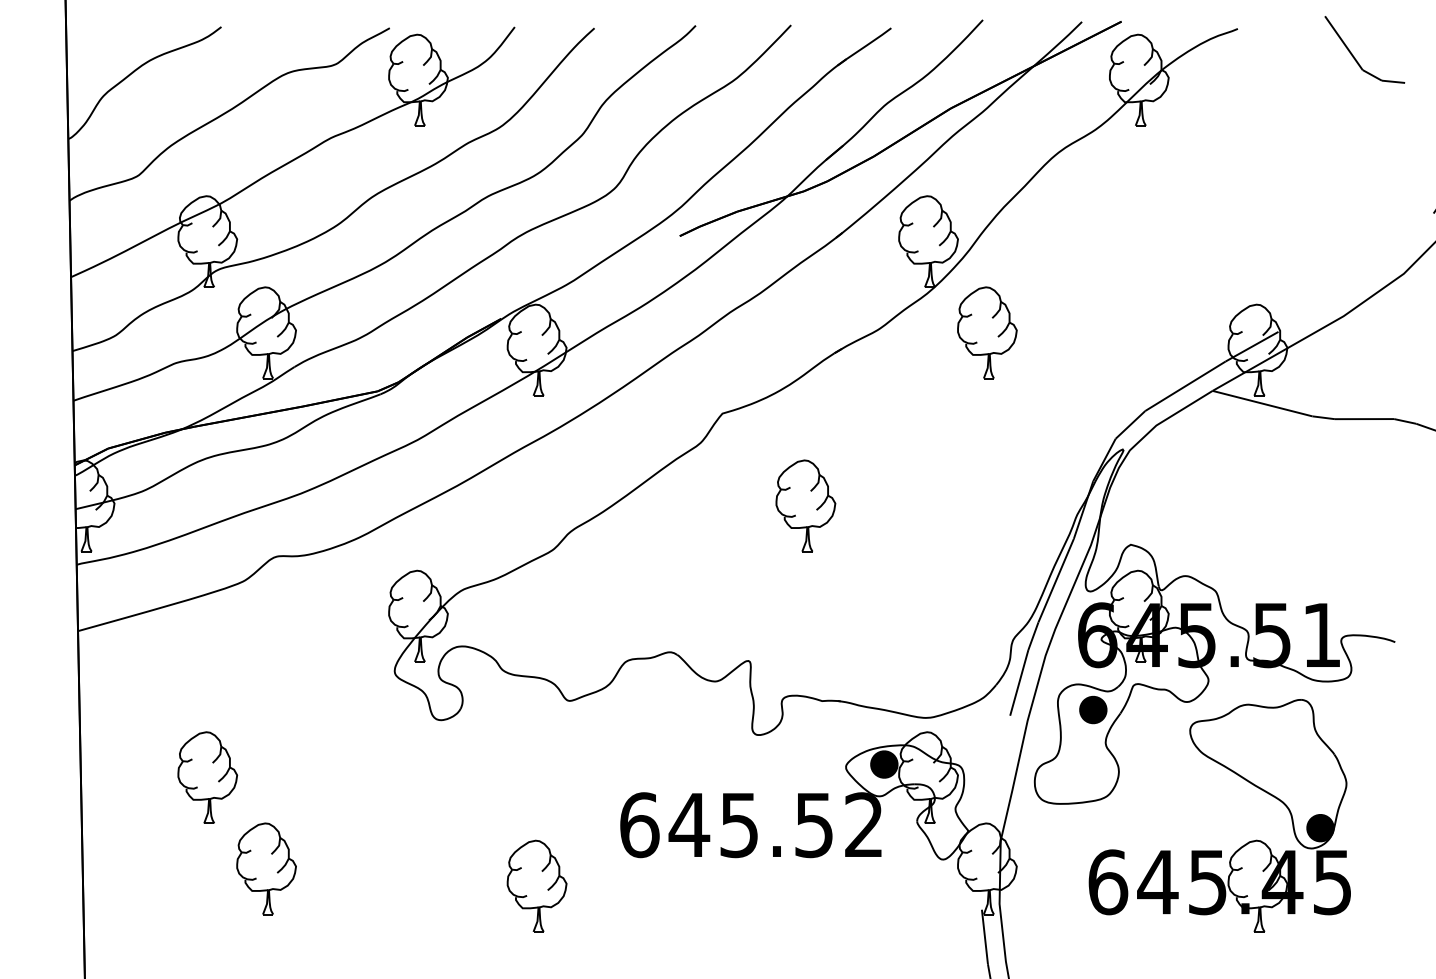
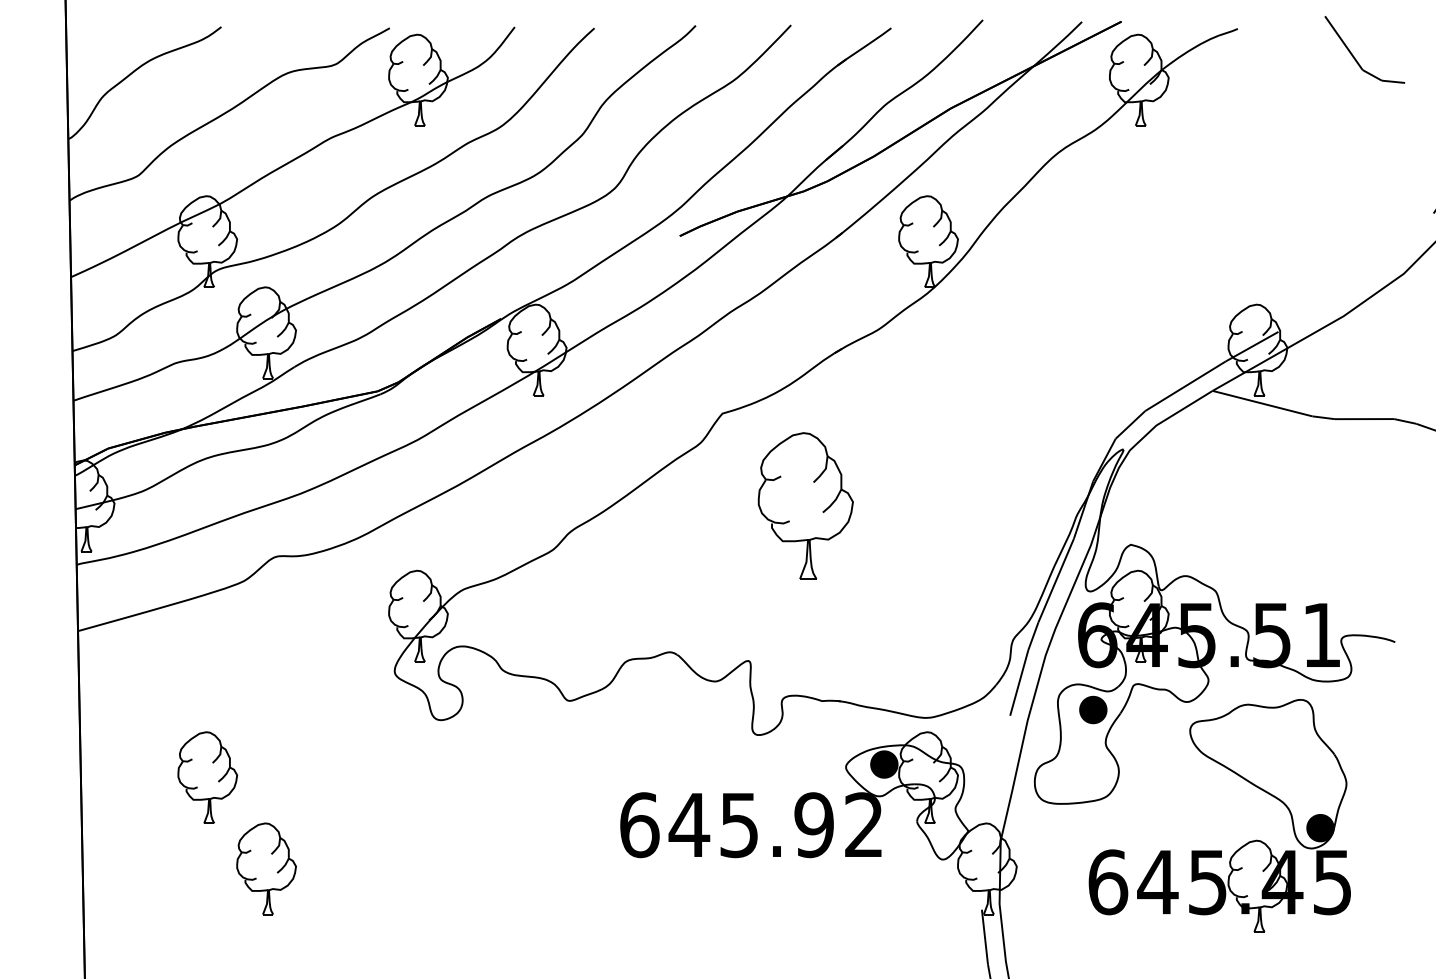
part at (987, 332): present -> none
part at (805, 505) size: 62x94 px -> 97x148 px
text at (813, 824): 645.52 -> 645.92
part at (536, 885): present -> none
